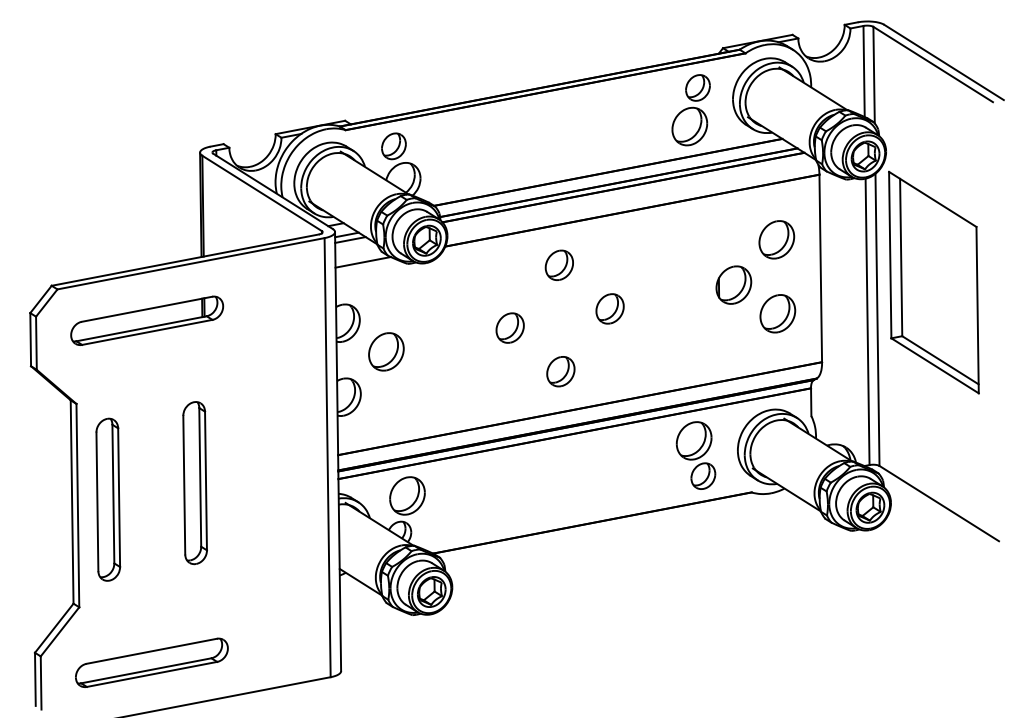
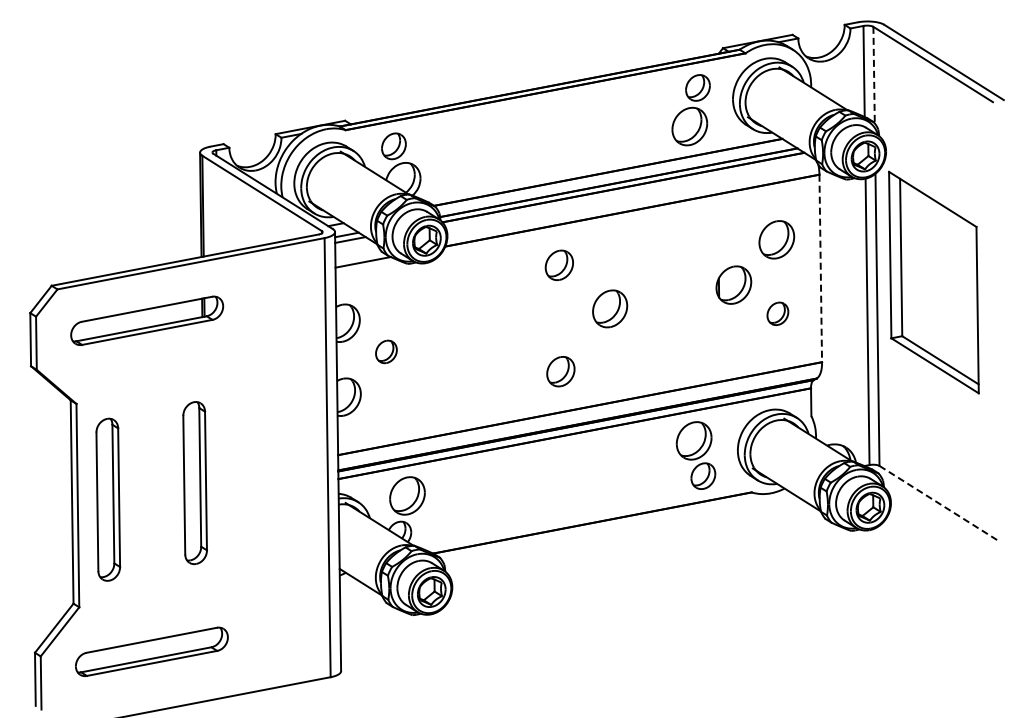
line at (874, 75): solid -> dashed
line at (820, 268): solid -> dashed
part at (609, 308) size: 30x32 px -> 37x40 px
part at (777, 313) size: 38x40 px -> 24x25 px
part at (509, 327): present -> none
part at (386, 351) size: 37x40 px -> 23x26 px
line at (939, 503): solid -> dashed
part at (151, 662) position: (151, 662) -> (151, 651)
